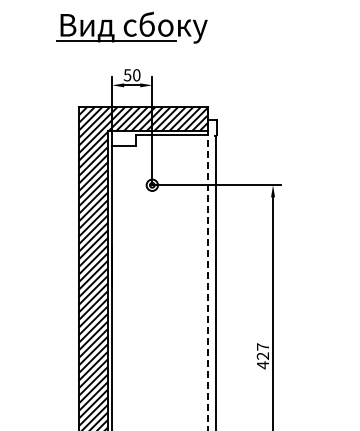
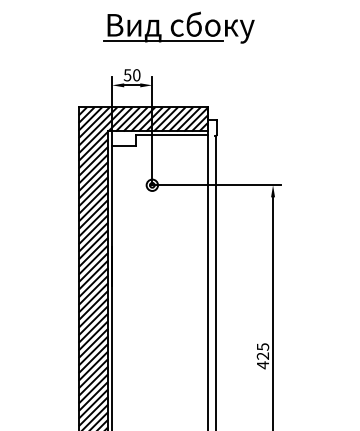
part at (131, 27) position: (131, 27) -> (178, 27)
line at (207, 268): dashed -> solid
text at (263, 346): 427 -> 425
